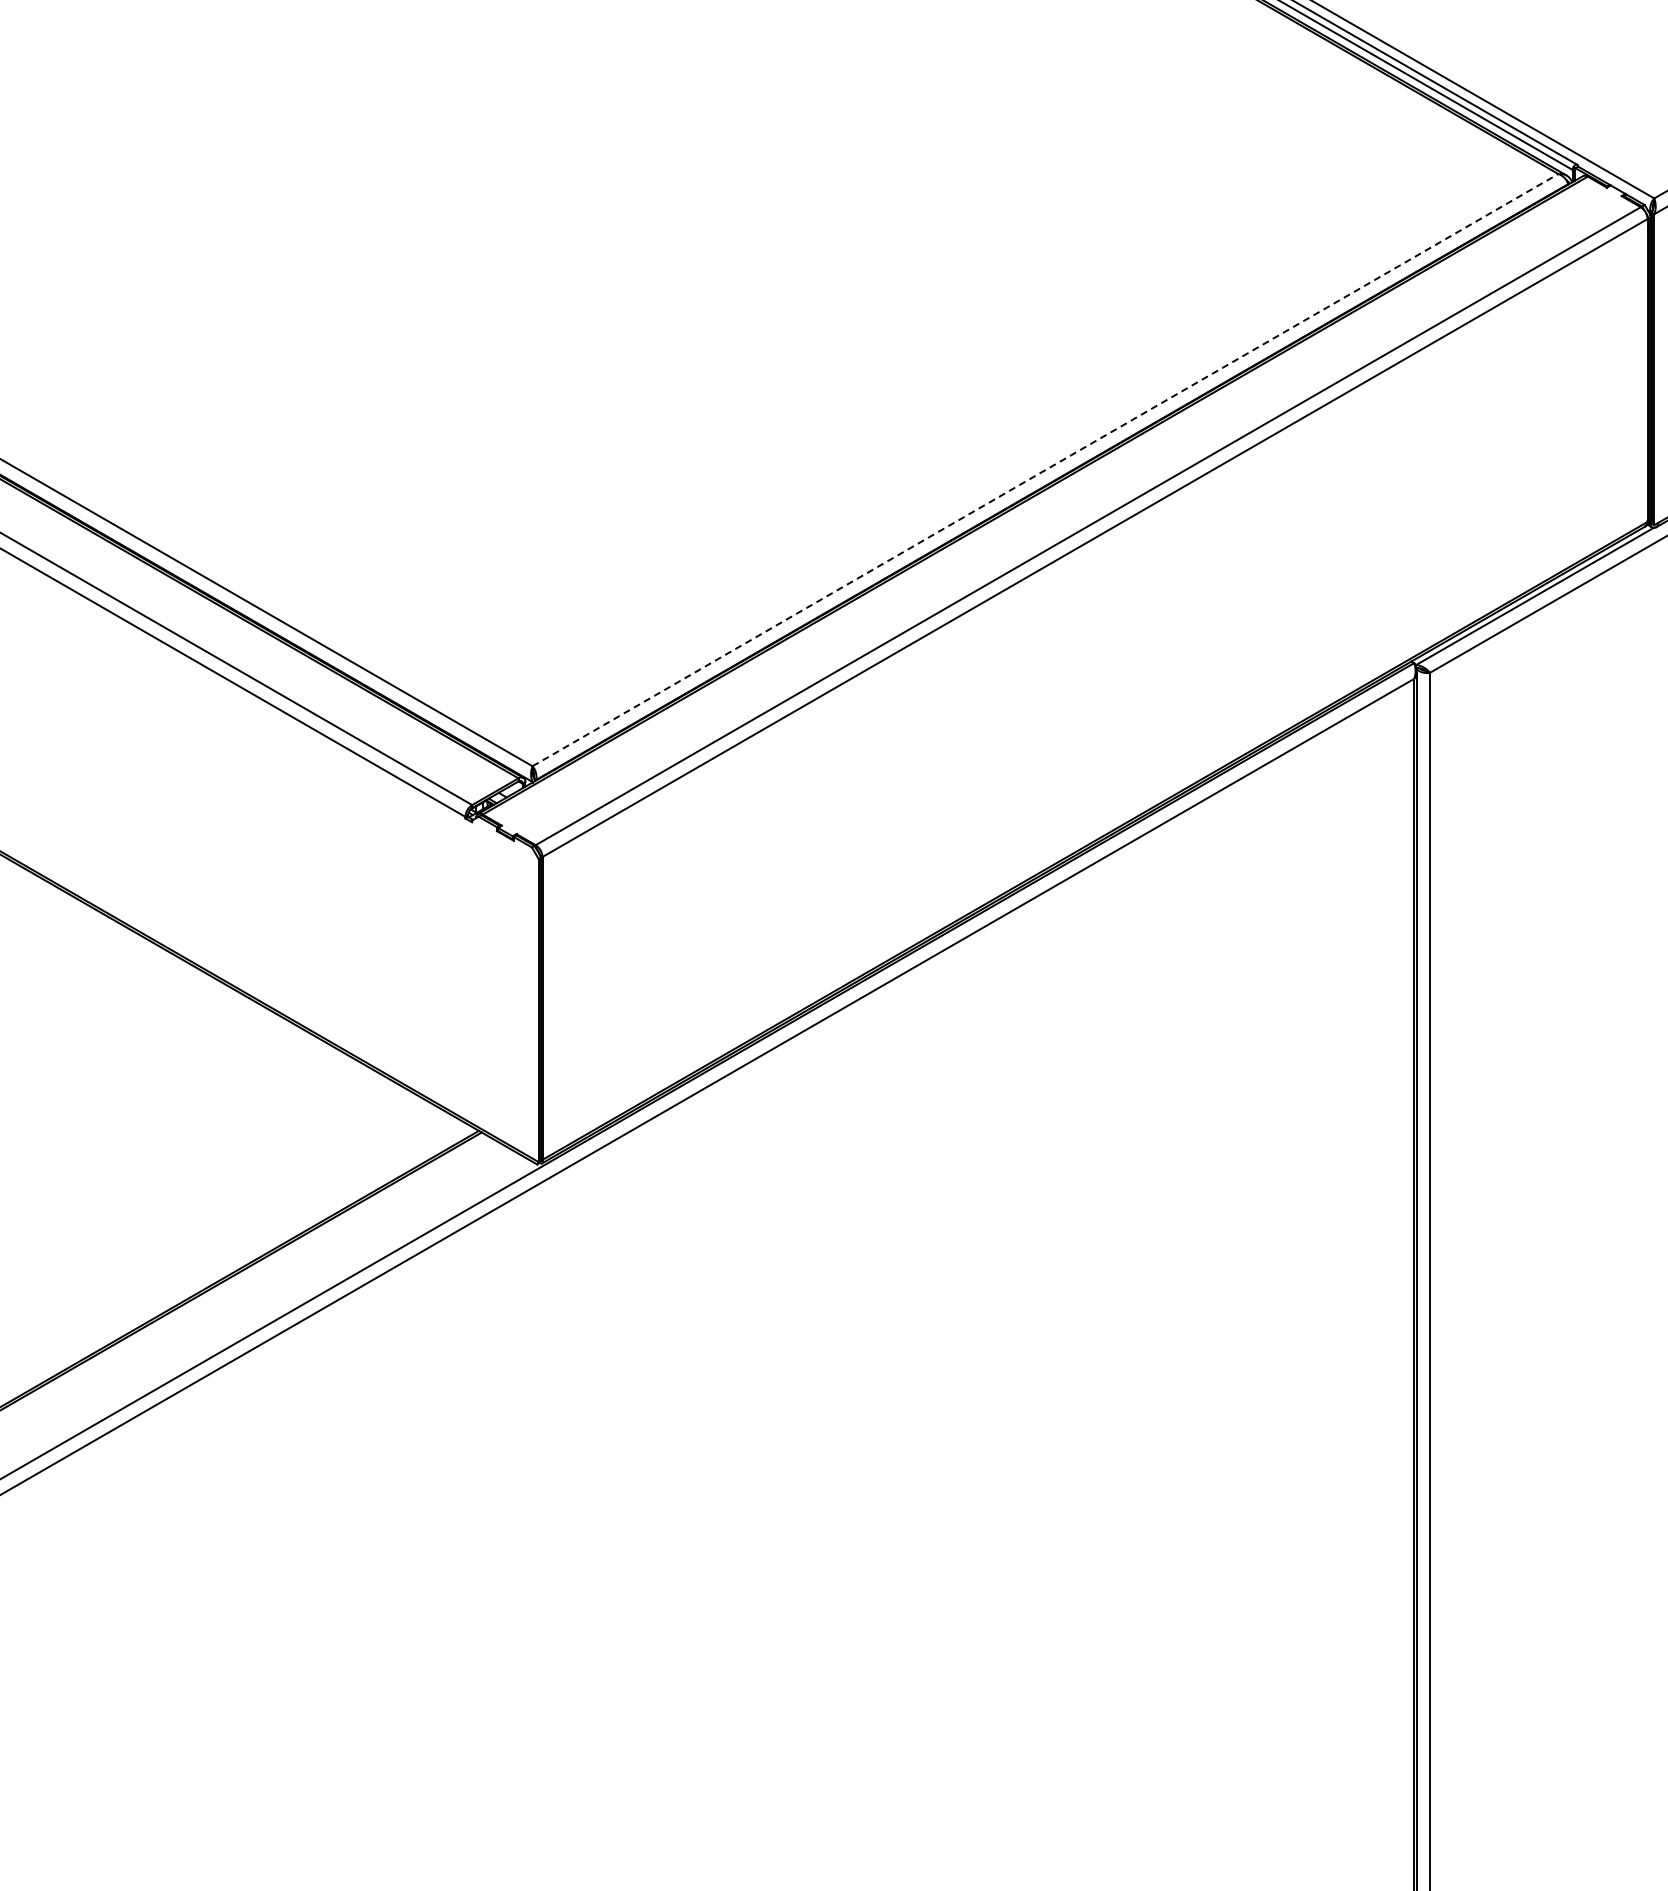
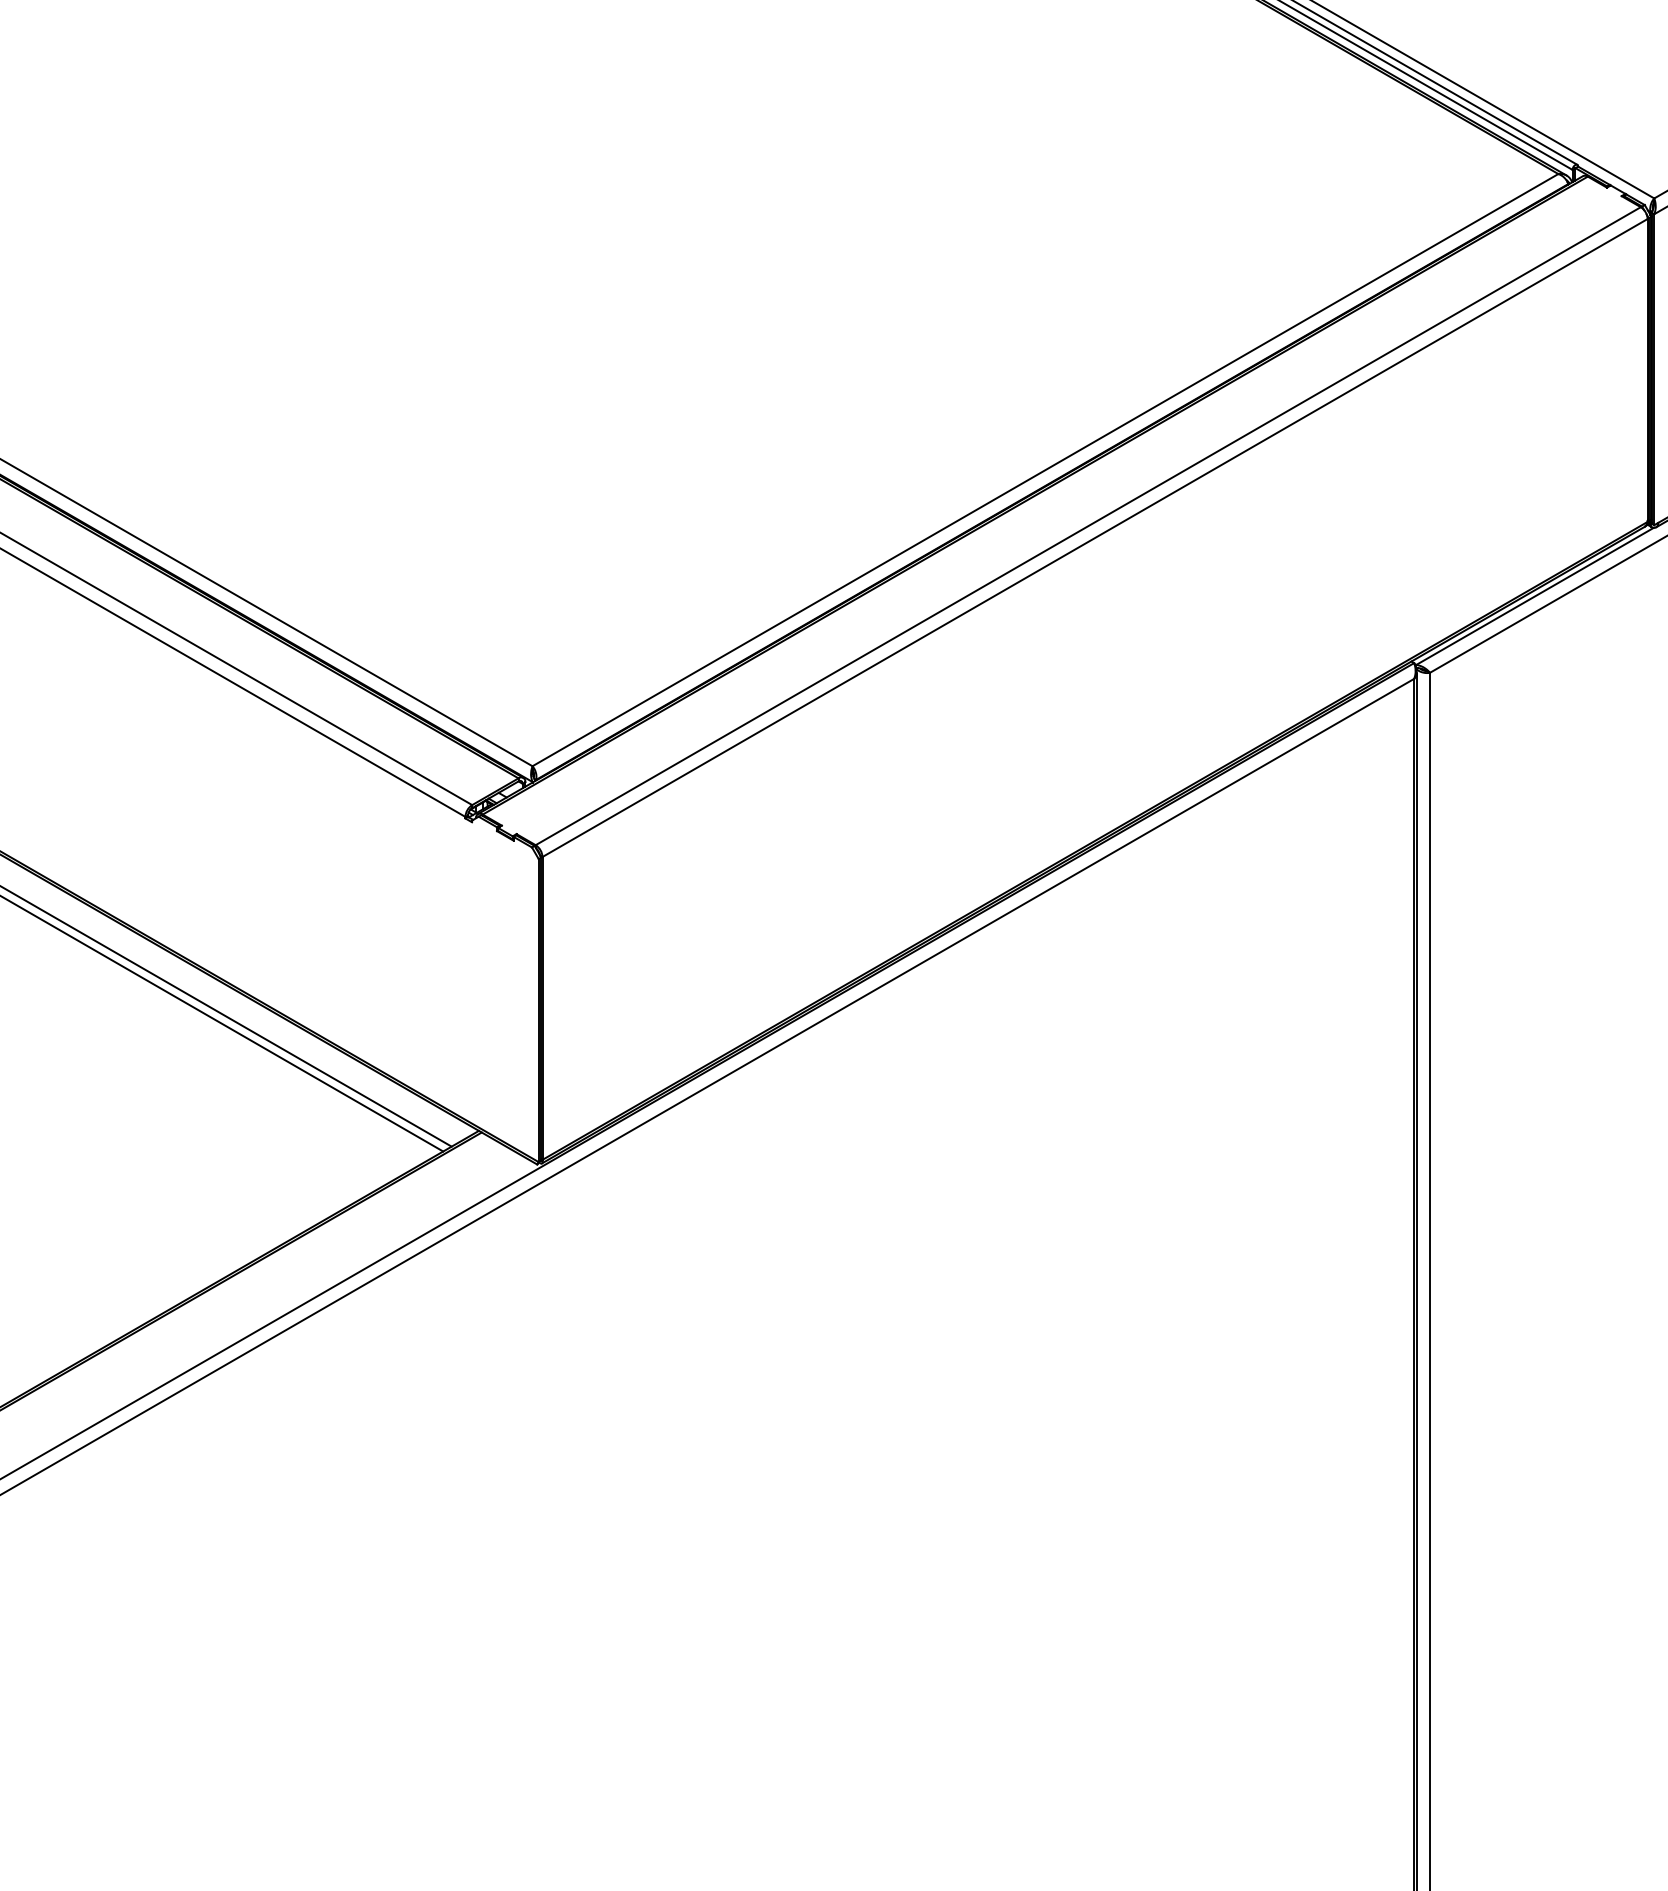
line at (1045, 469): dashed -> solid
line at (226, 1016): none -> present
line at (222, 1024): none -> present
